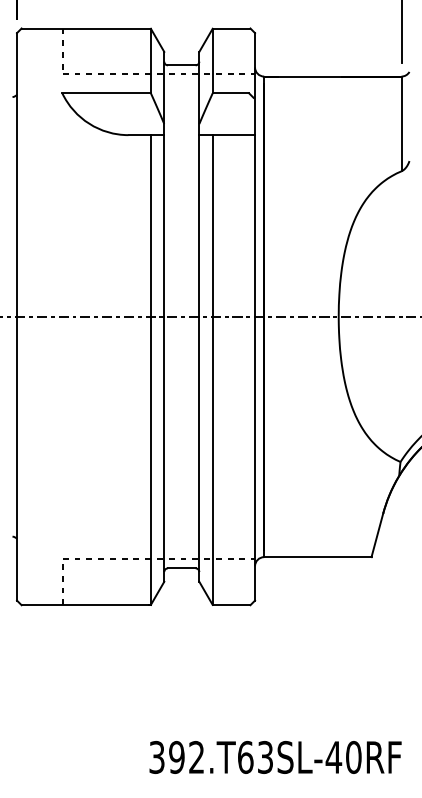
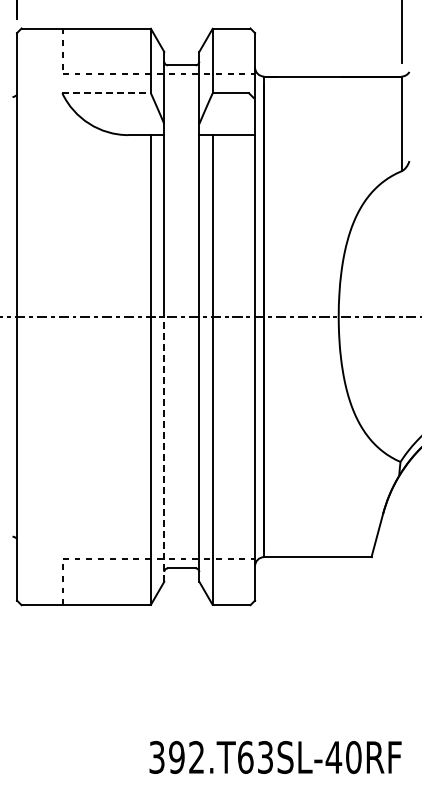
line at (107, 93): solid -> dashed
line at (164, 448): solid -> dashed
